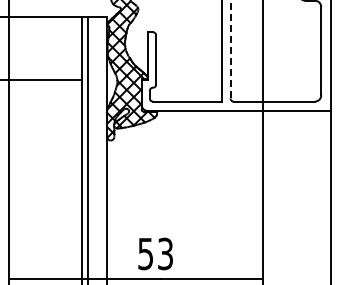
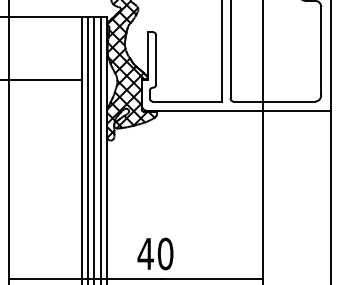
line at (230, 49): dashed -> solid
line at (94, 148): none -> present
line at (100, 148): none -> present
text at (155, 253): 53 -> 40
